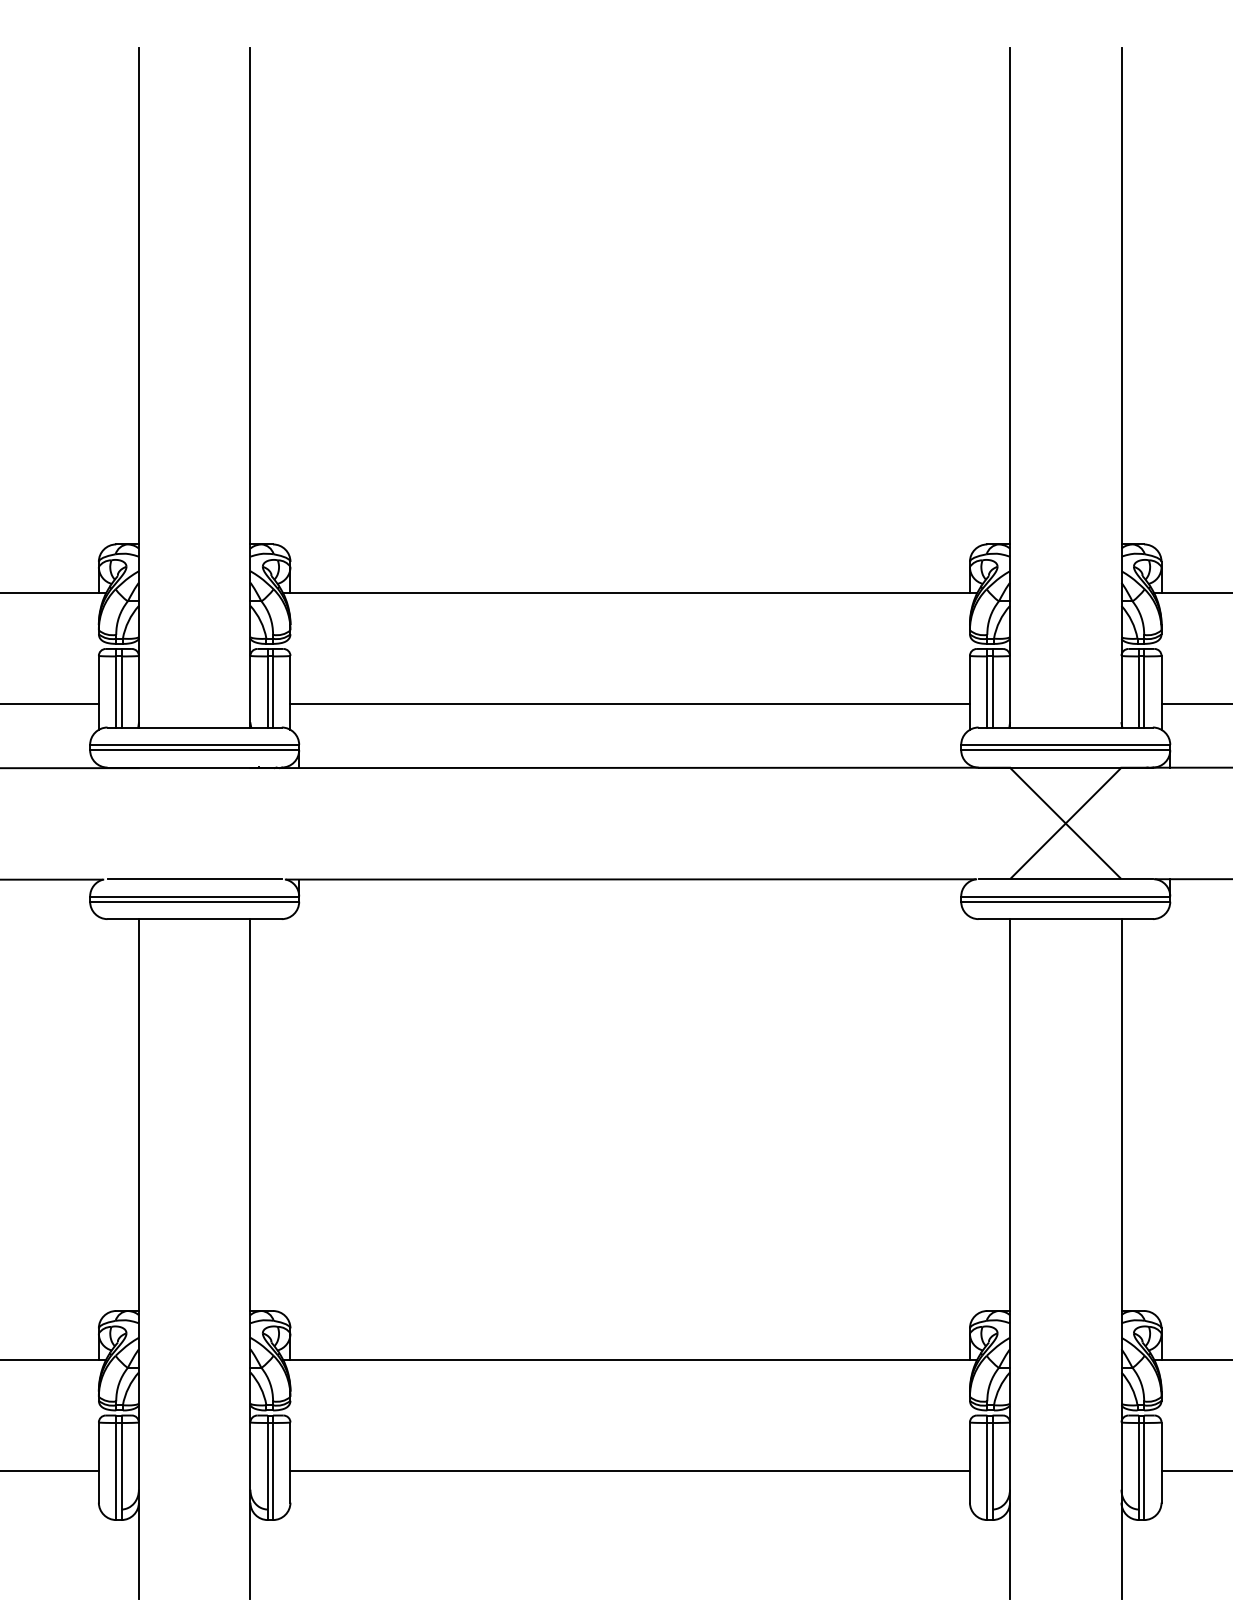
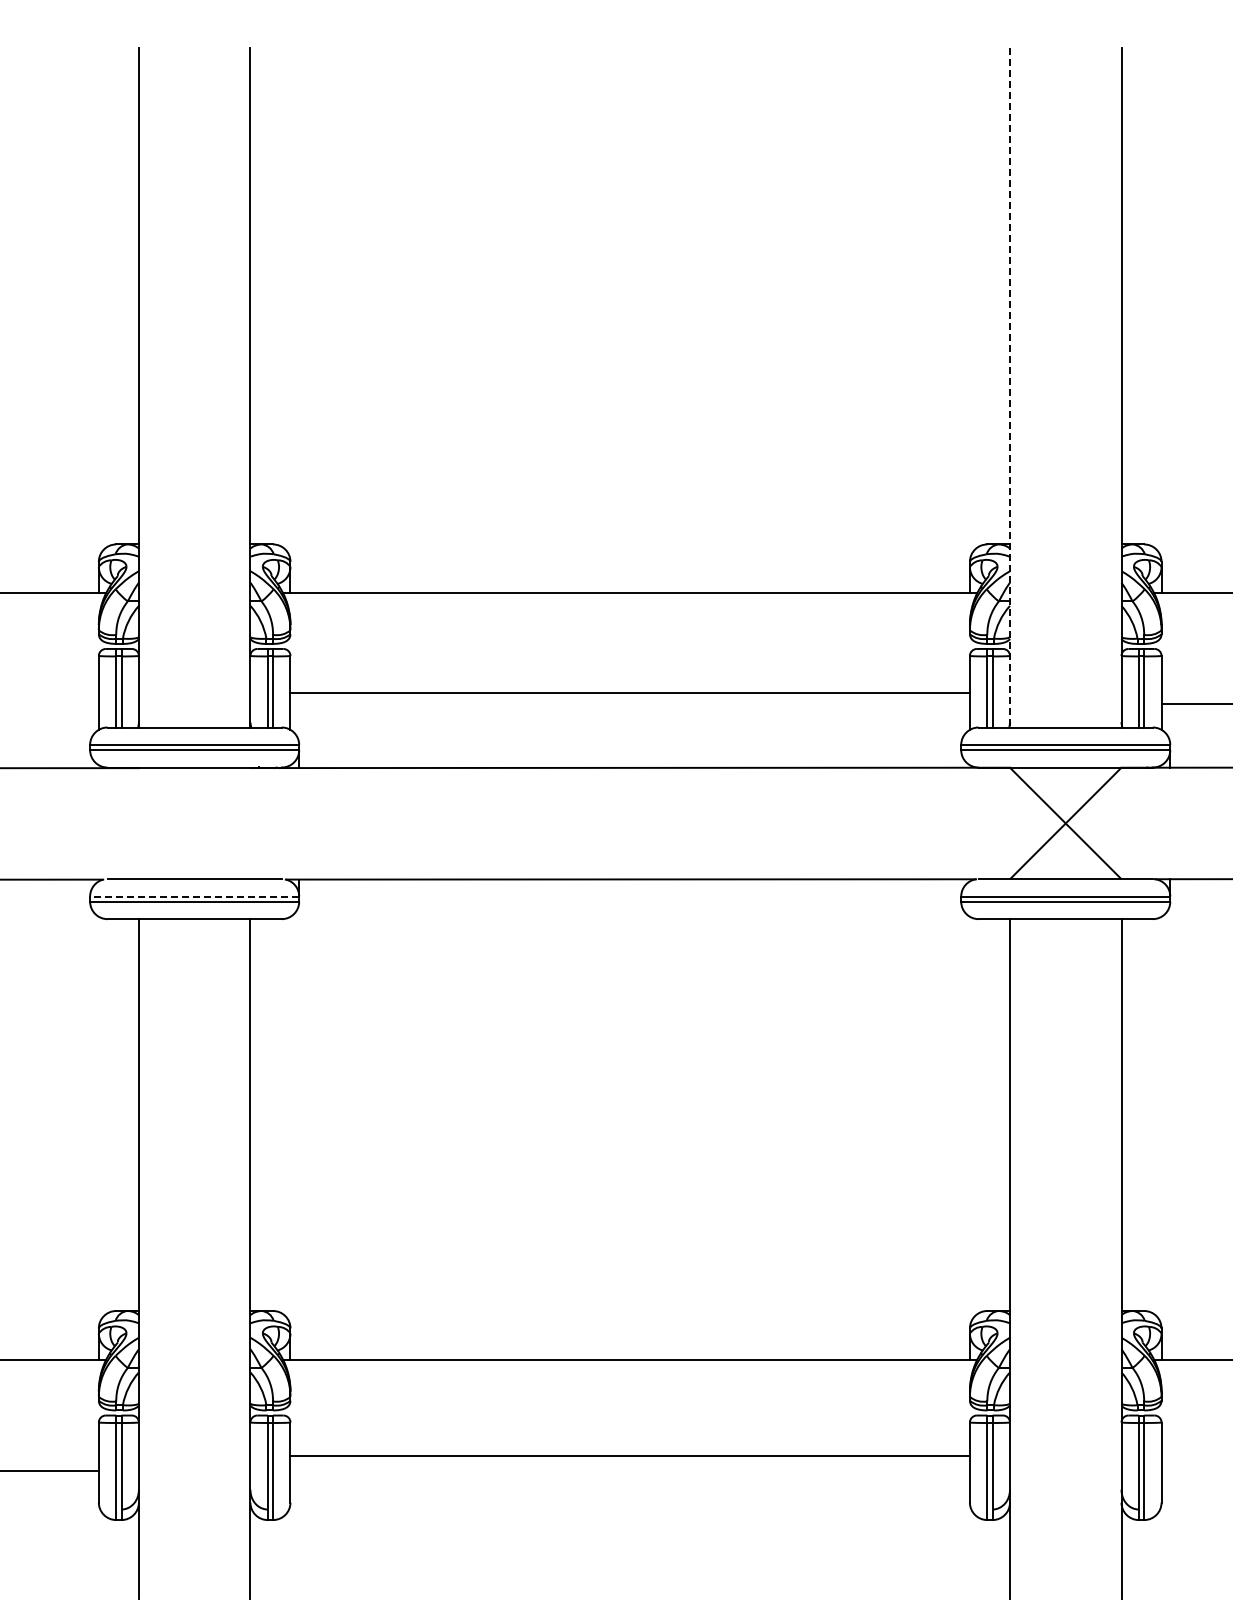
line at (1010, 387): solid -> dashed
line at (50, 704): present -> none
line at (629, 704) position: (629, 704) -> (629, 693)
line at (194, 896): solid -> dashed
line at (629, 1471) position: (629, 1471) -> (629, 1456)
line at (1195, 1471): present -> none
